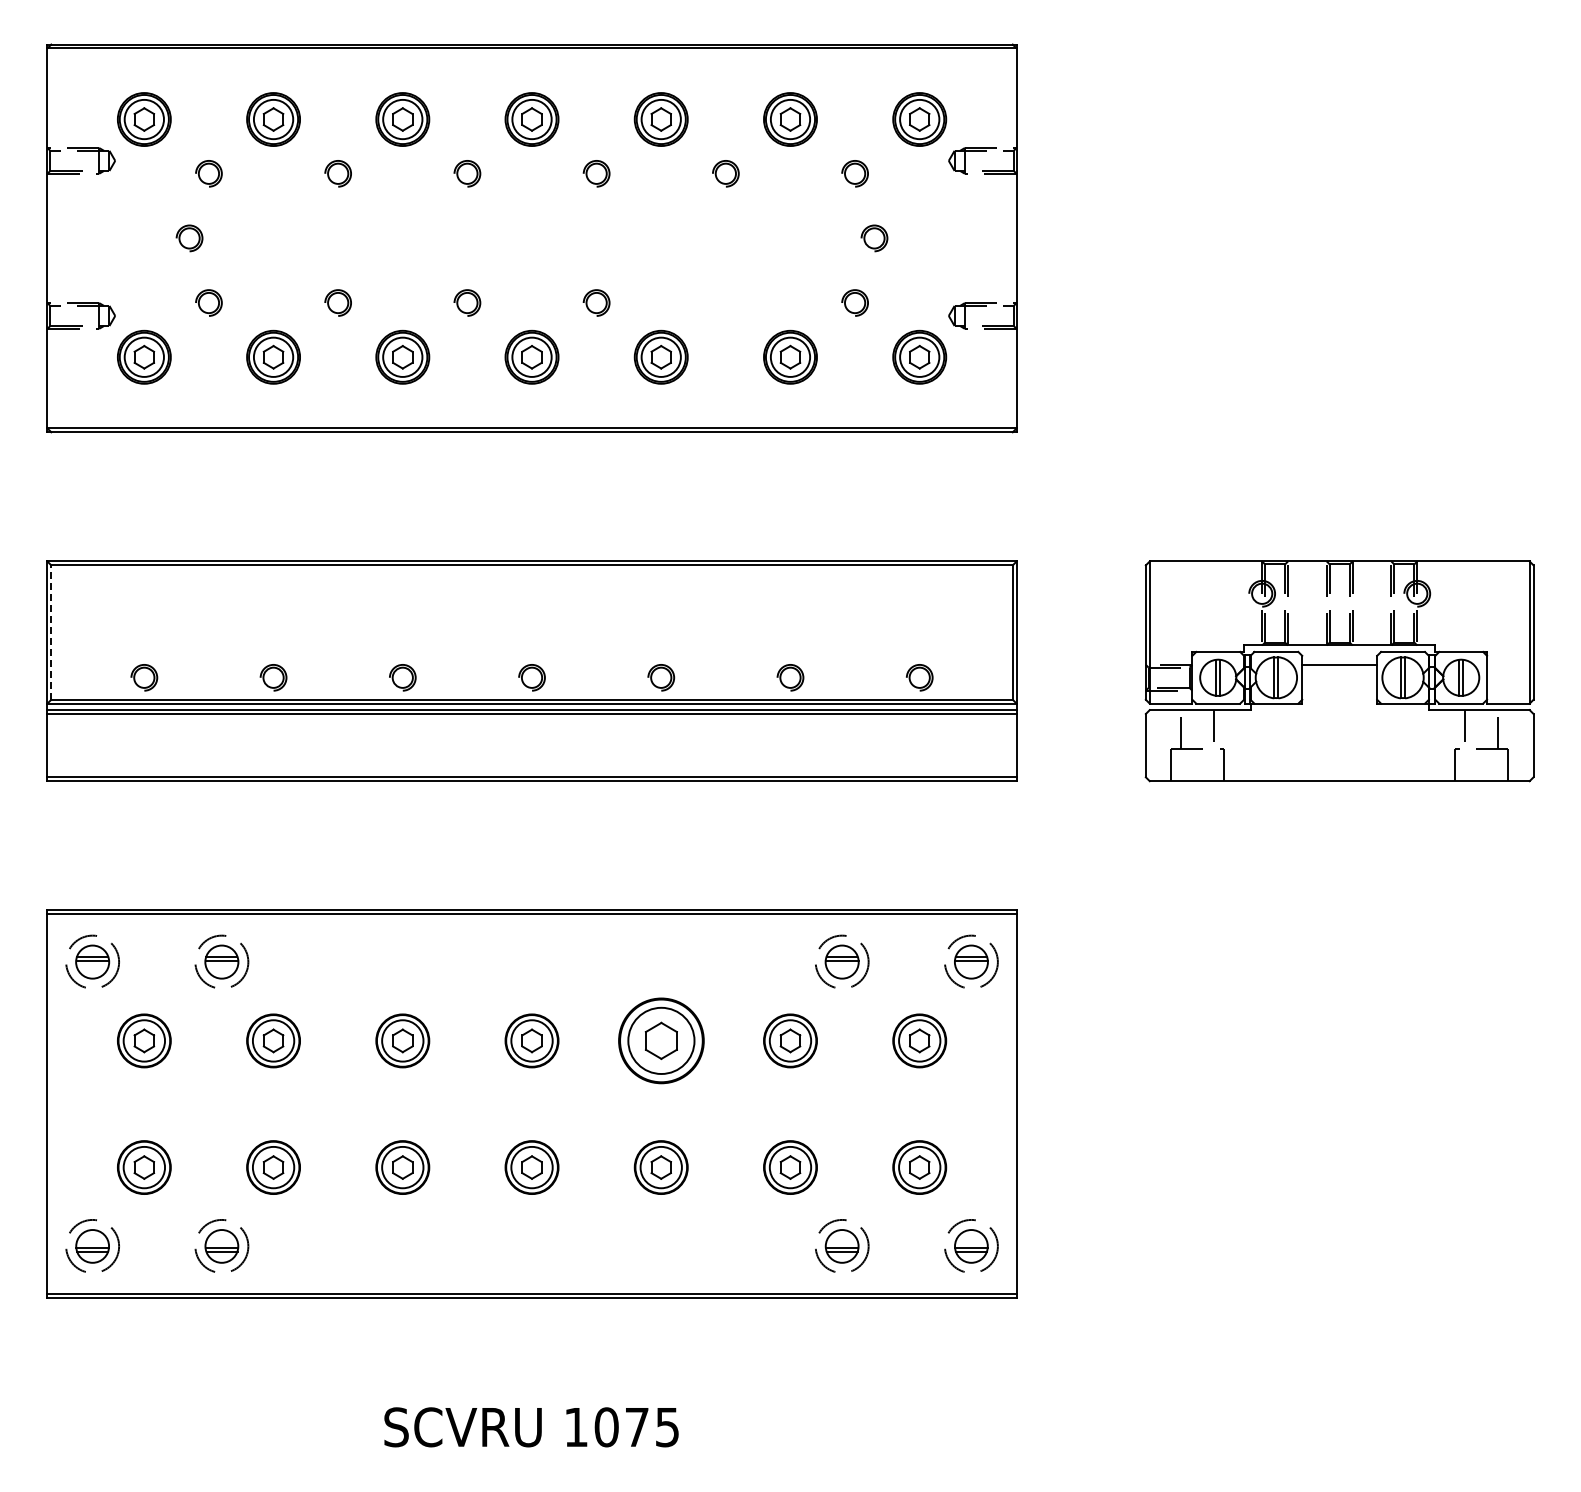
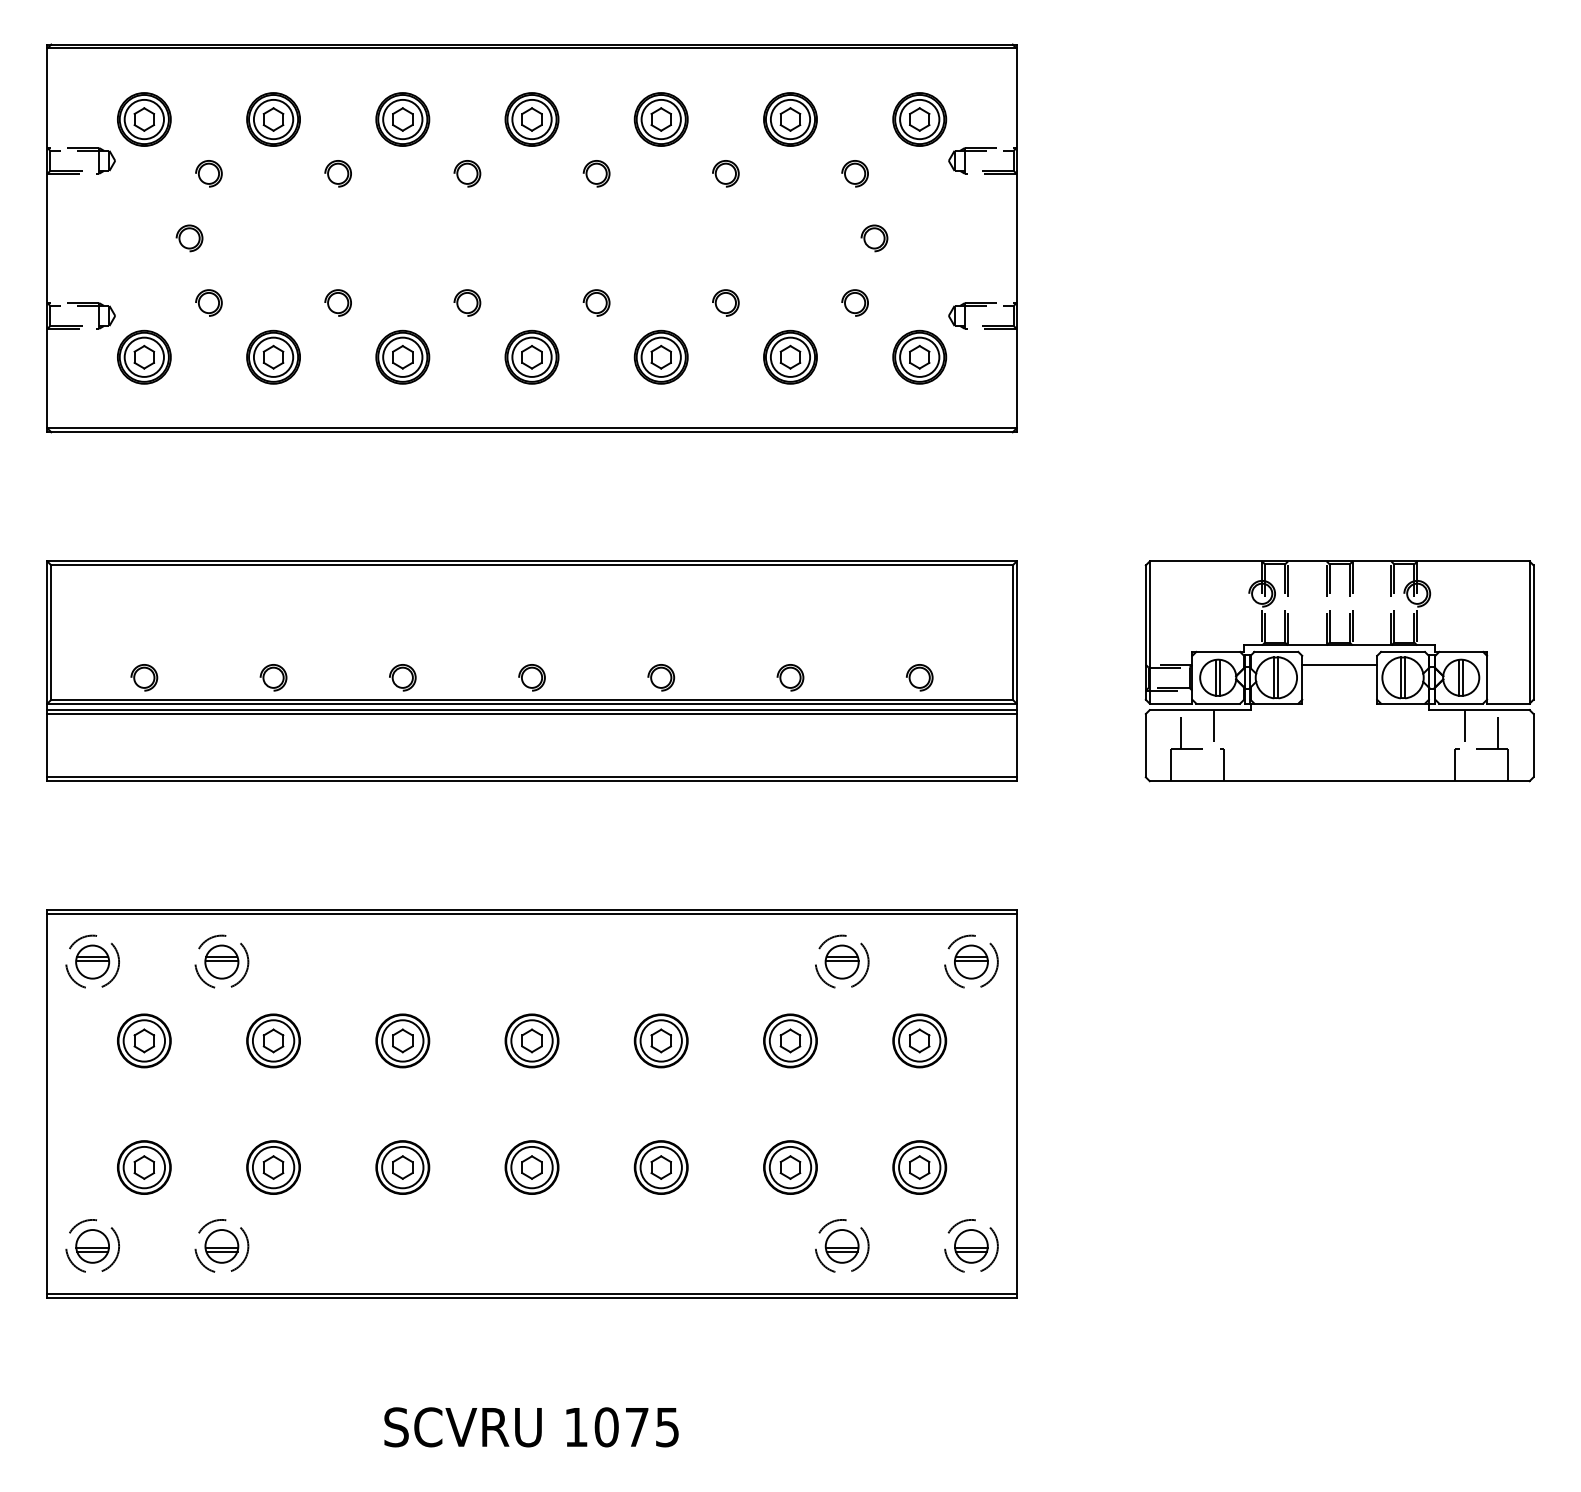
part at (725, 302): none -> present
line at (51, 632): dashed -> solid
part at (661, 1040) size: 87x88 px -> 56x56 px
